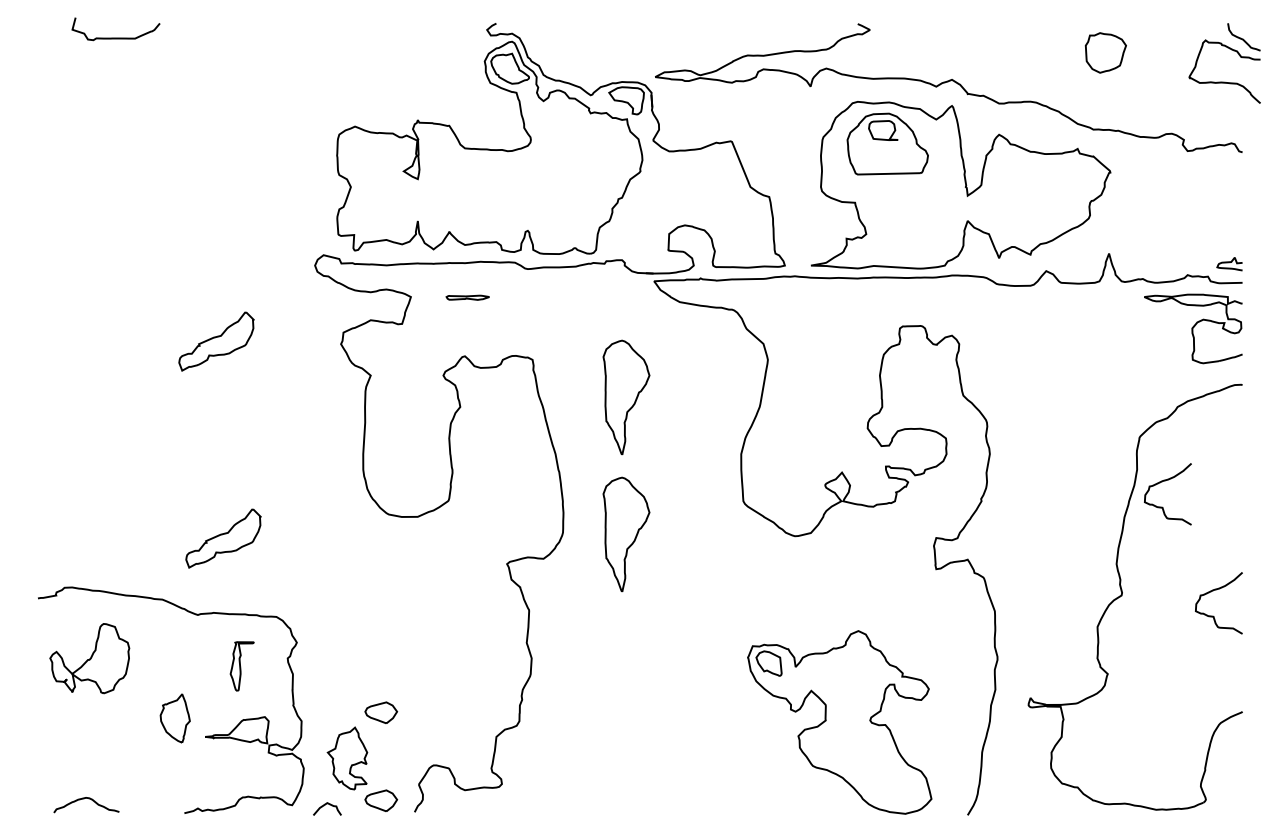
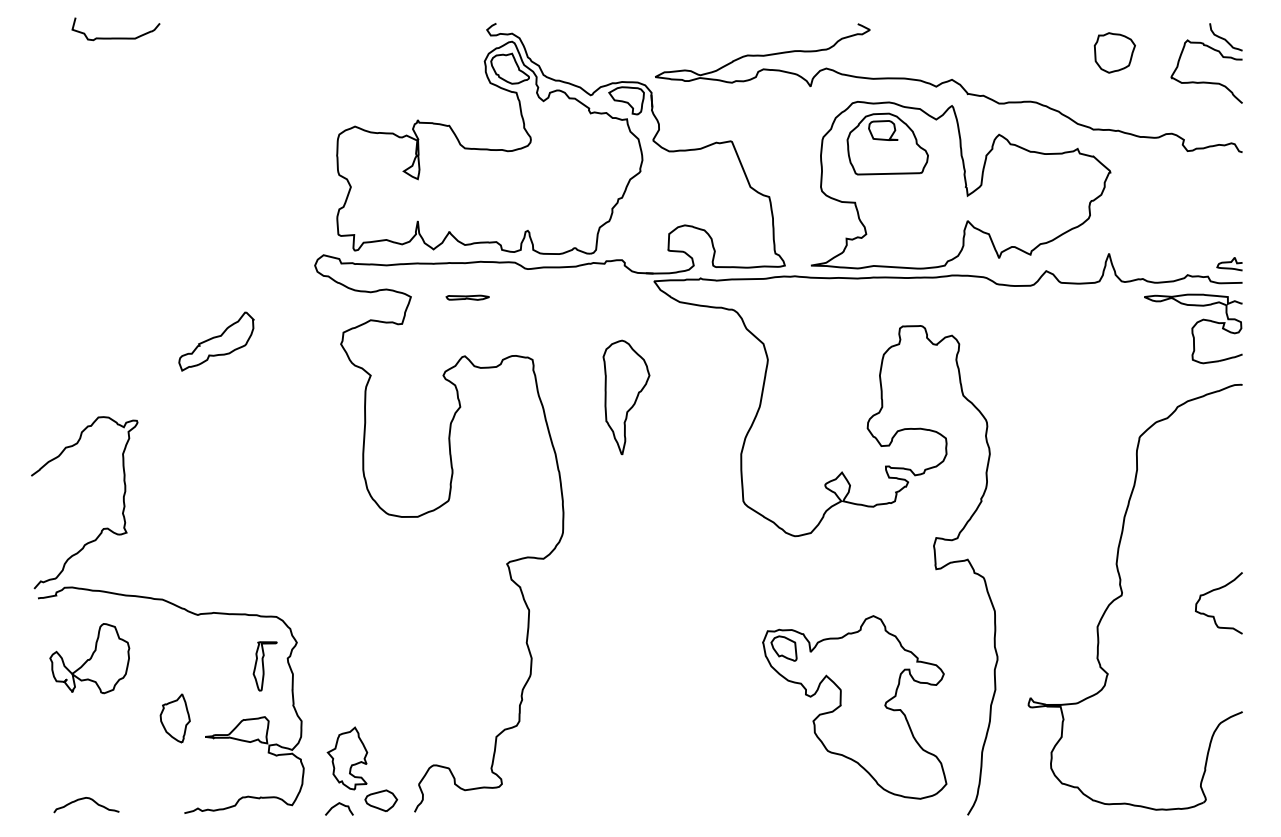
part at (1231, 50) position: (1231, 50) -> (1213, 50)
part at (1105, 52) position: (1105, 52) -> (1114, 52)
curve at (1162, 482): present -> none
curve at (102, 528): none -> present
part at (626, 534): present -> none
part at (223, 538): present -> none
part at (241, 666) position: (241, 666) -> (264, 666)
part at (381, 712): present -> none
part at (839, 722) position: (839, 722) -> (854, 707)
curve at (325, 805) position: (325, 805) -> (337, 805)
